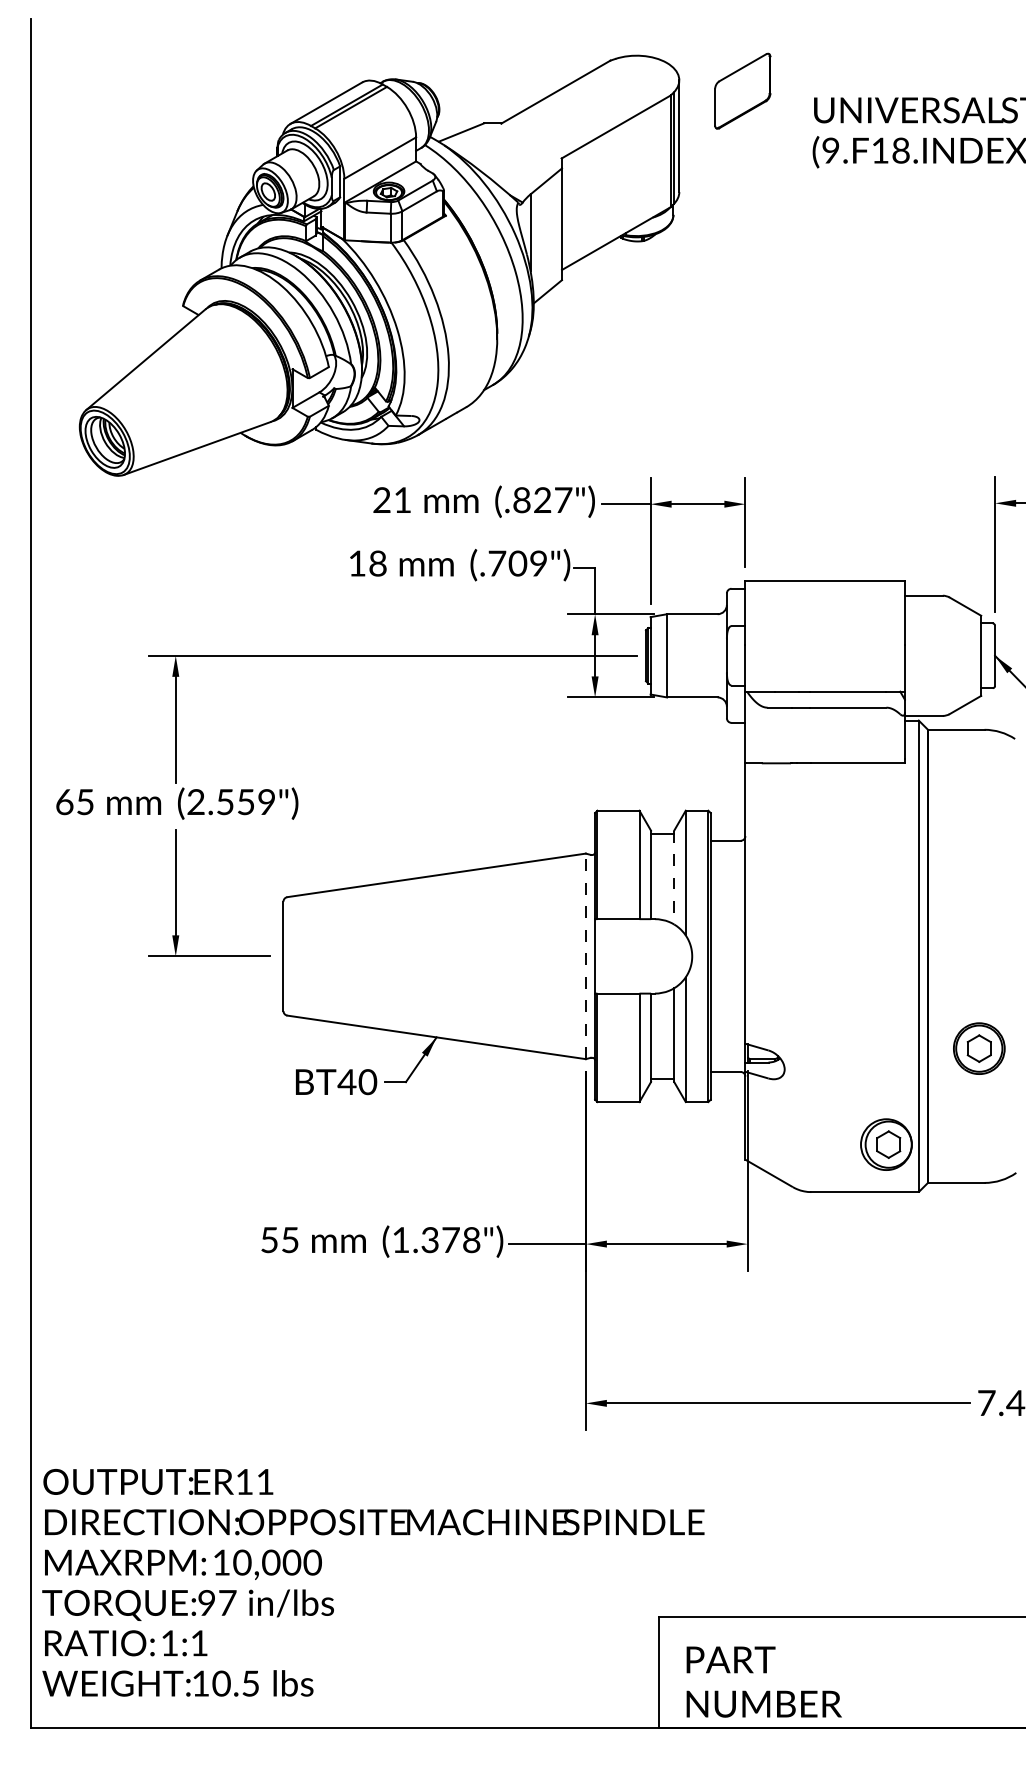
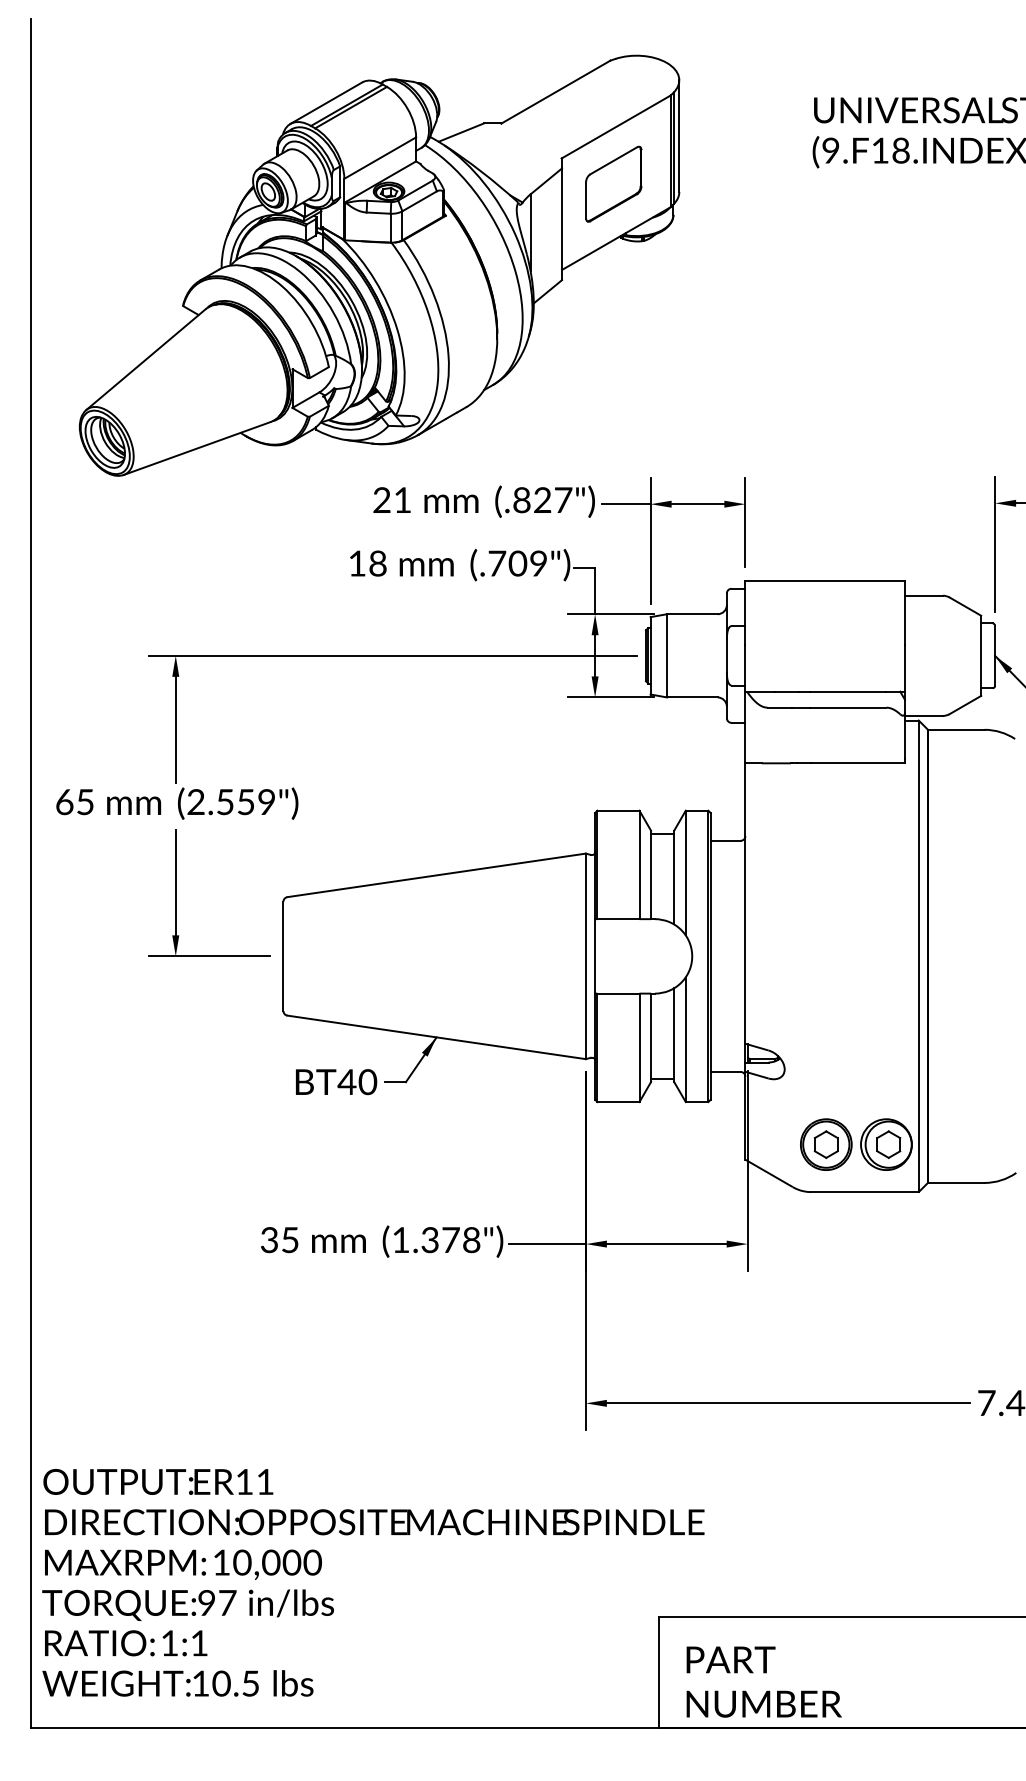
part at (742, 90) position: (742, 90) -> (613, 183)
line at (674, 877): dashed -> solid
line at (585, 956): dashed -> solid
part at (979, 1048) position: (979, 1048) -> (826, 1144)
text at (269, 1240): 55 -> 35
